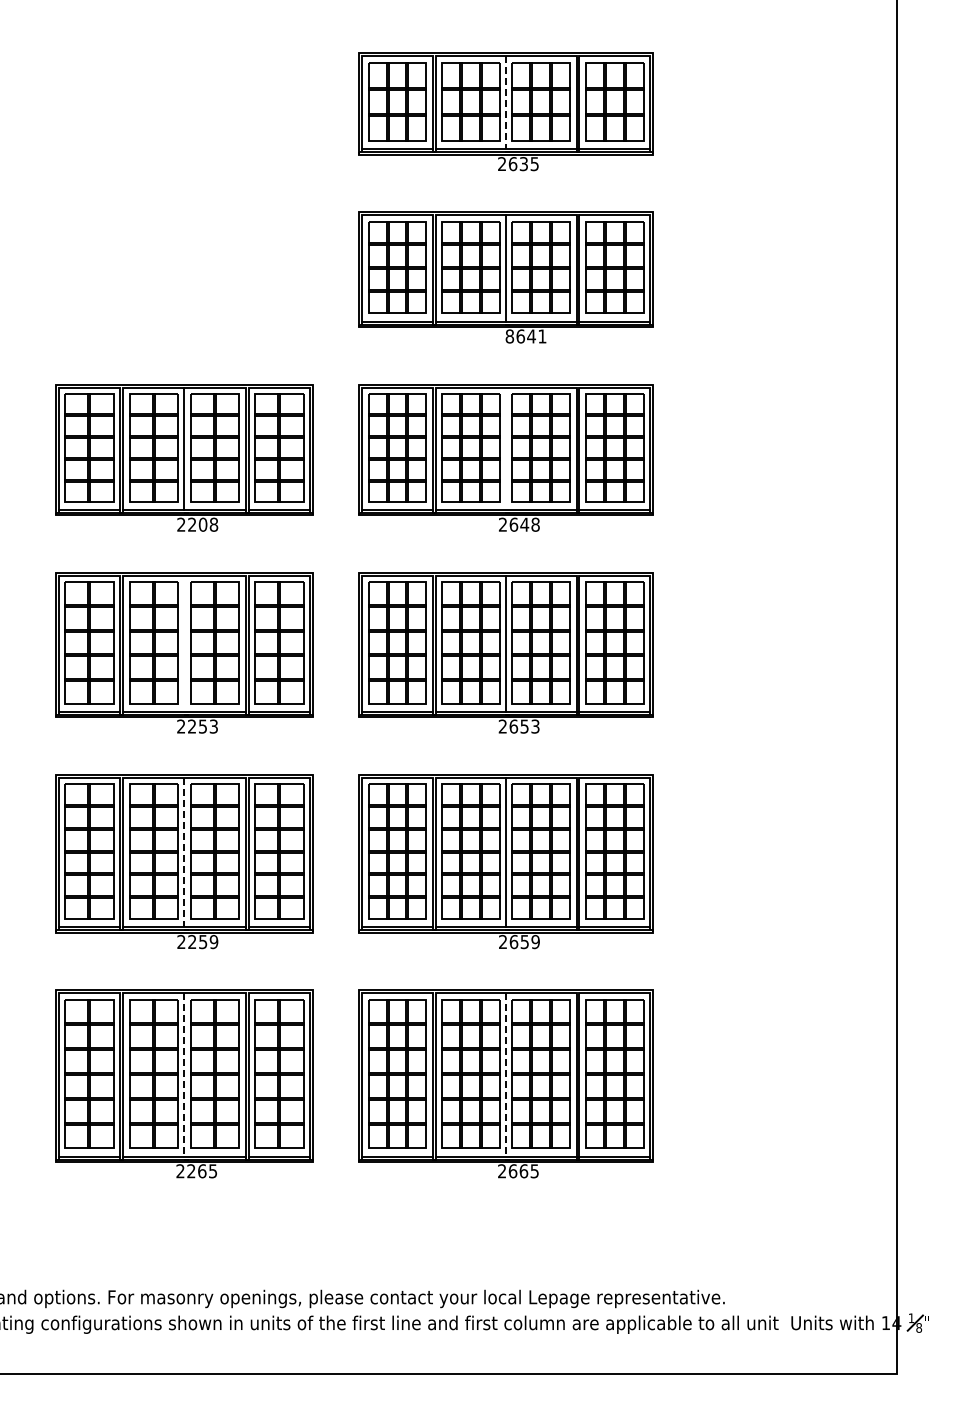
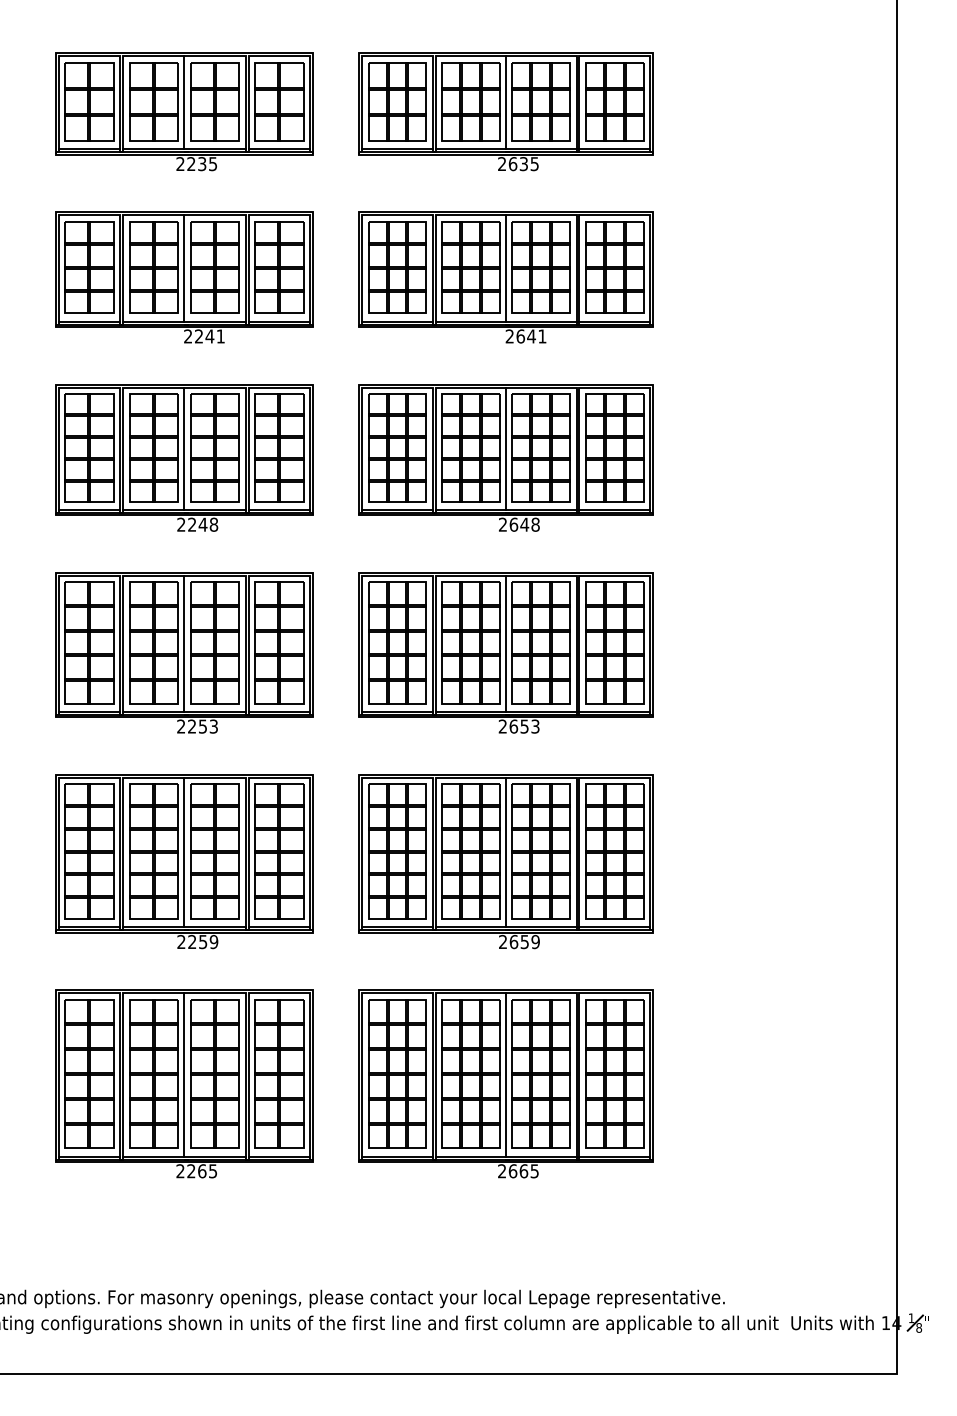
line at (506, 102): dashed -> solid
part at (184, 111): none -> present
part at (184, 277): none -> present
text at (509, 336): 8641 -> 2641
line at (506, 448): none -> present
text at (202, 524): 2208 -> 2248
line at (184, 643): none -> present
line at (184, 852): dashed -> solid
line at (184, 1074): dashed -> solid
line at (506, 1074): dashed -> solid
